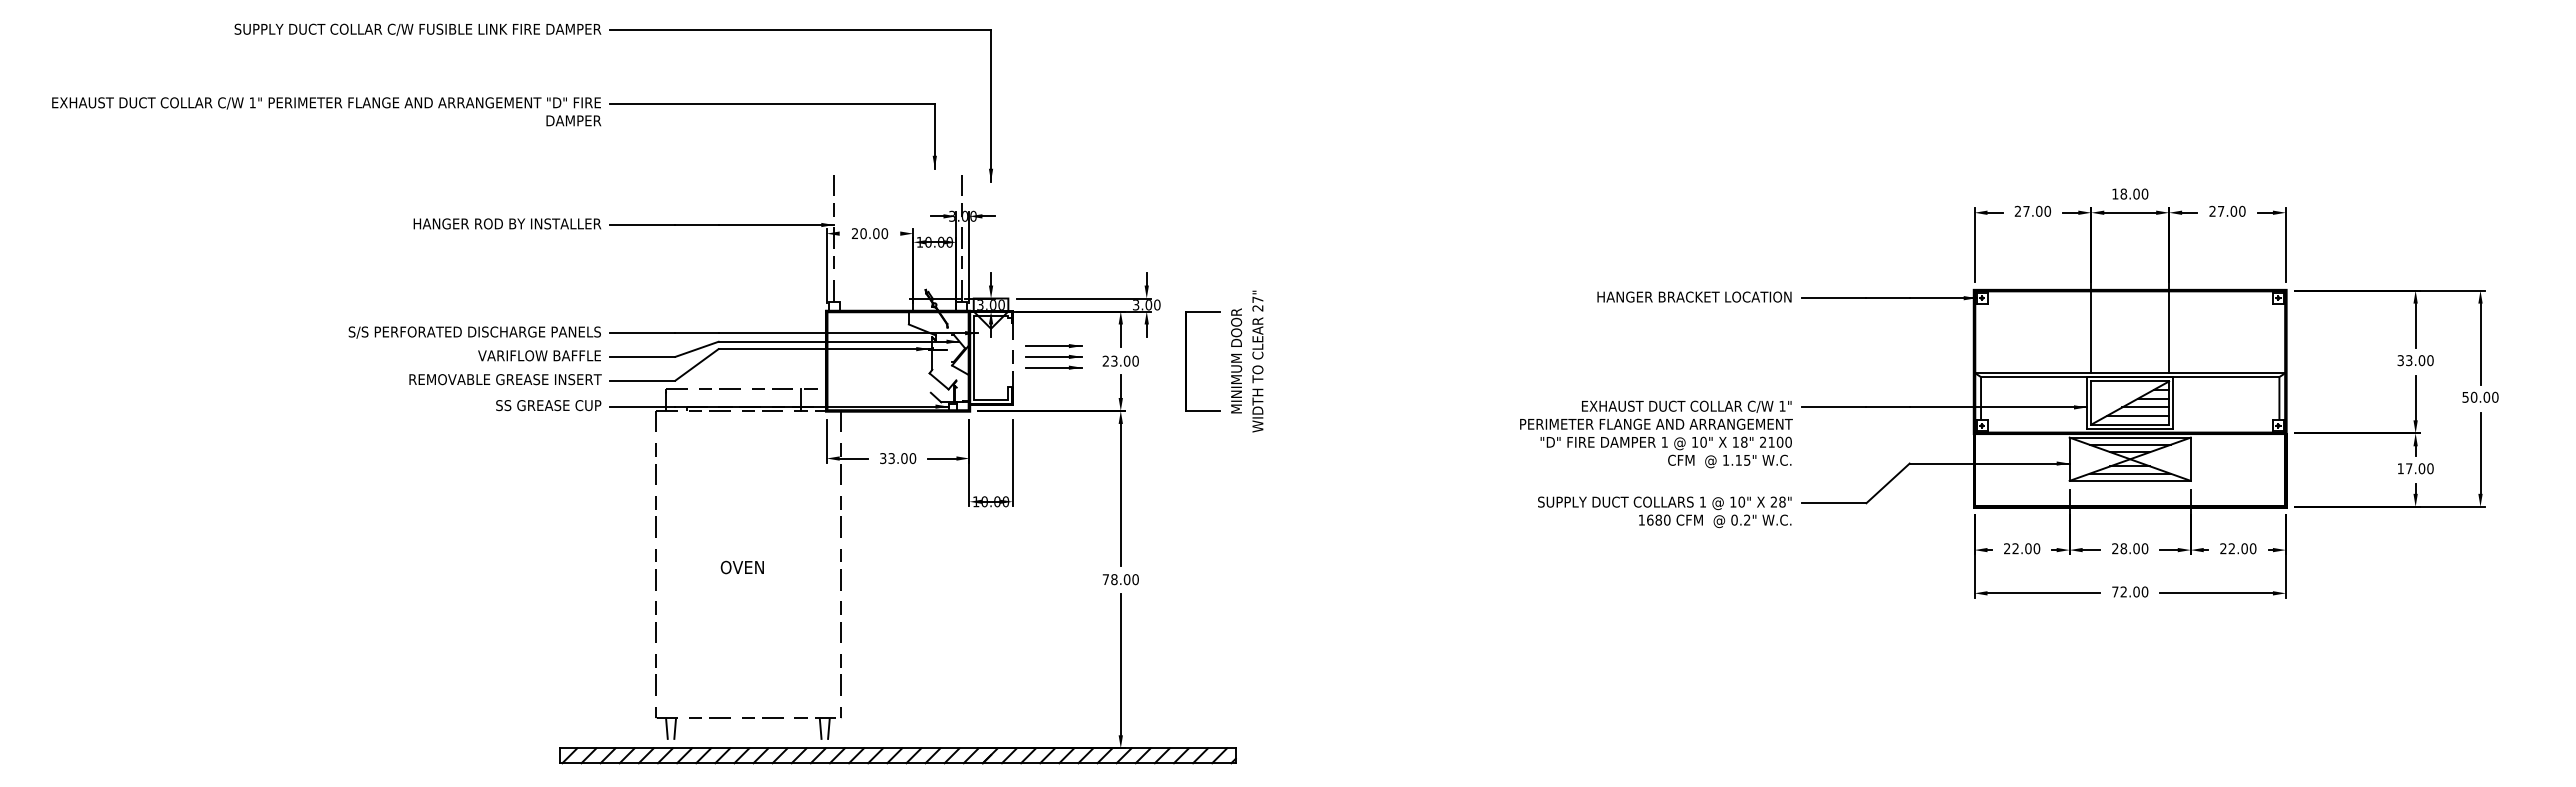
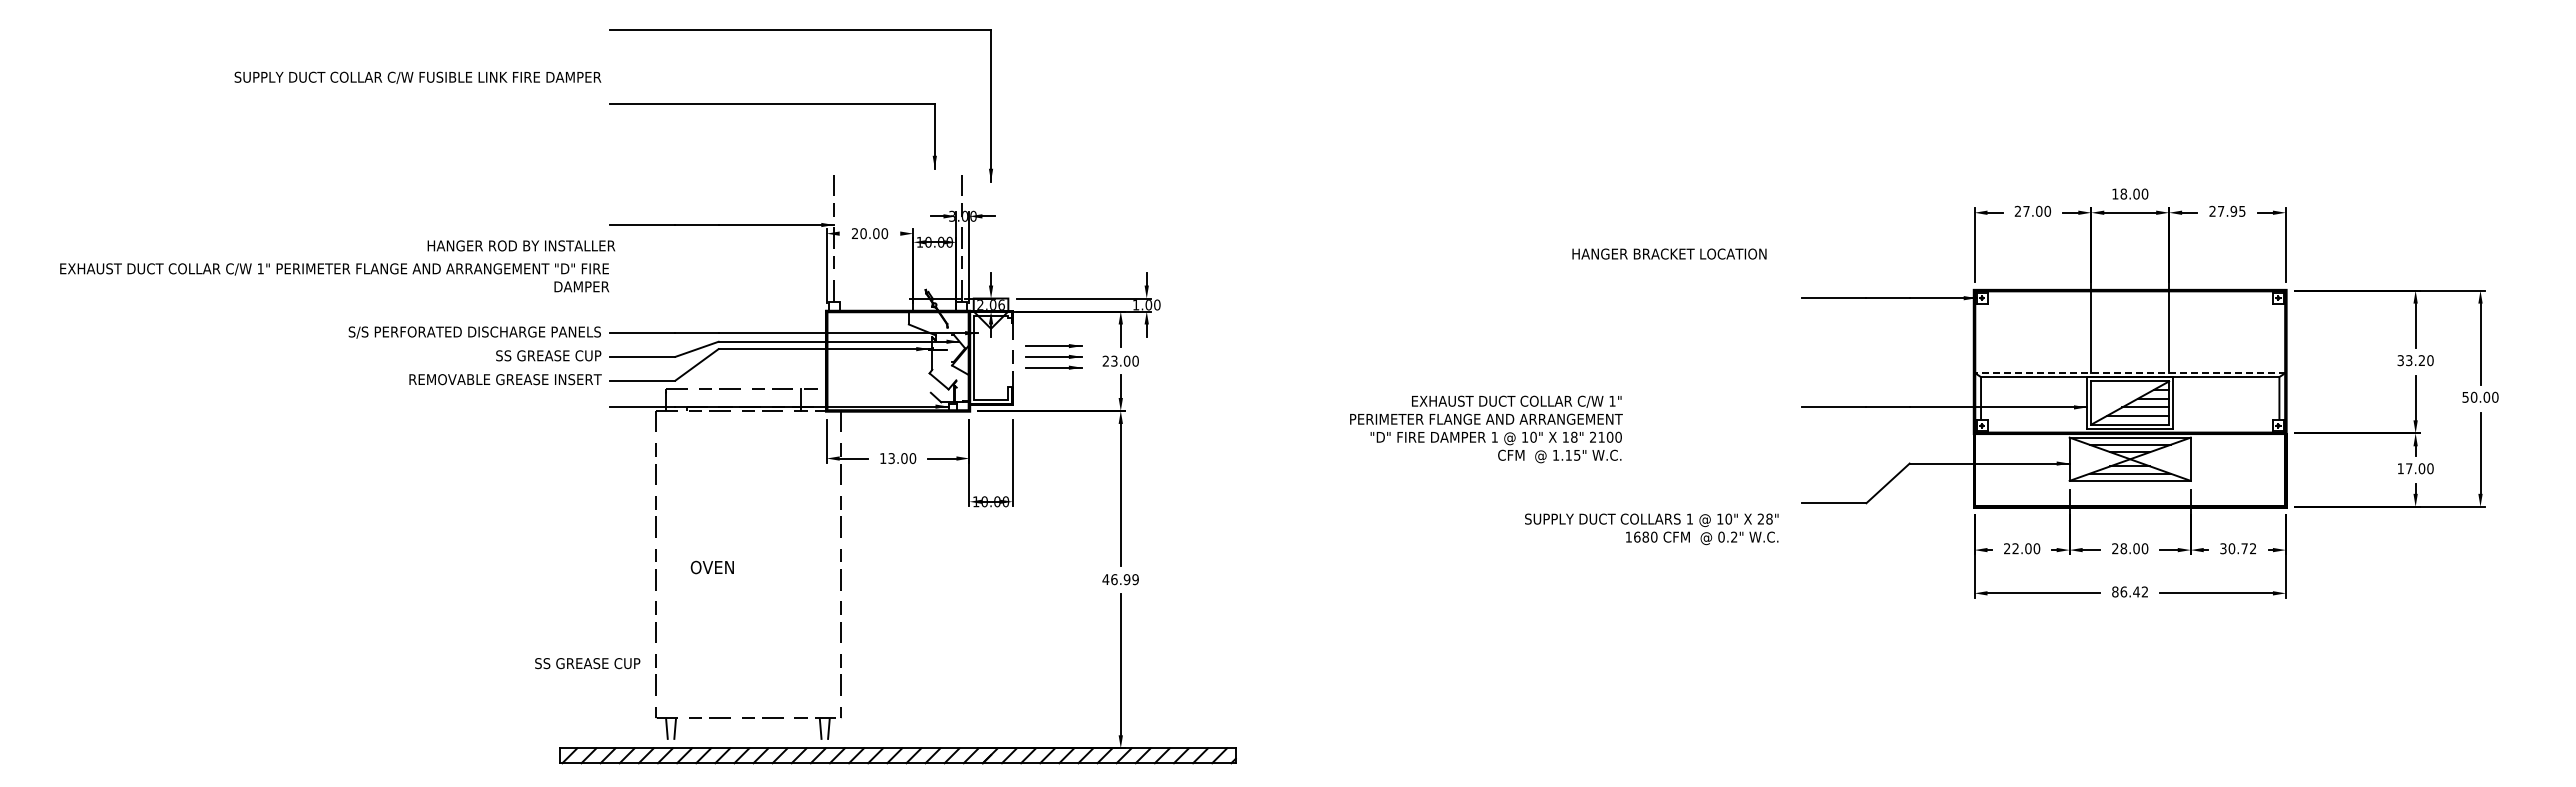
text at (417, 29) position: (417, 29) -> (417, 77)
text at (326, 111) position: (326, 111) -> (334, 277)
text at (2237, 210): 27.00 -> 27.95
text at (507, 223) position: (507, 223) -> (521, 245)
text at (1694, 296) position: (1694, 296) -> (1669, 253)
text at (990, 304): 3.00 -> 2.06
text at (1136, 305): 3.00 -> 1.00
text at (539, 355): VARIFLOW BAFFLE -> SS GREASE CUP
text at (2421, 360): 33.00 -> 33.20
part at (1231, 361): present -> none
line at (2130, 372): solid -> dashed
text at (548, 405) position: (548, 405) -> (587, 663)
text at (1656, 434) position: (1656, 434) -> (1486, 429)
text at (883, 458): 33.00 -> 13.00
text at (1664, 512) position: (1664, 512) -> (1651, 529)
text at (2238, 548): 22.00 -> 30.72
text at (741, 567) position: (741, 567) -> (711, 567)
text at (1120, 579): 78.00 -> 46.99
text at (2130, 591): 72.00 -> 86.42
